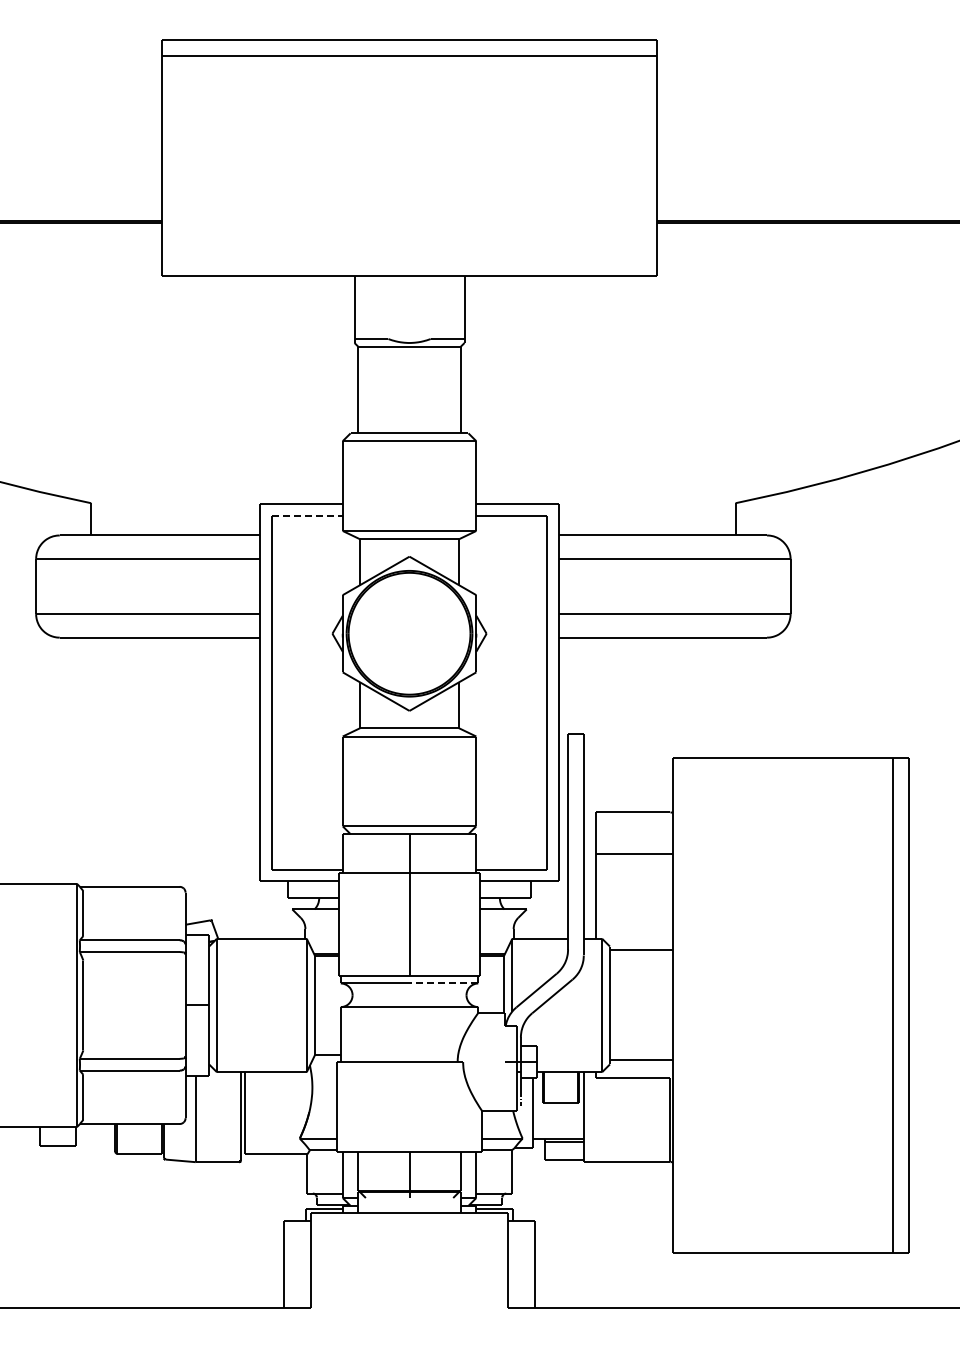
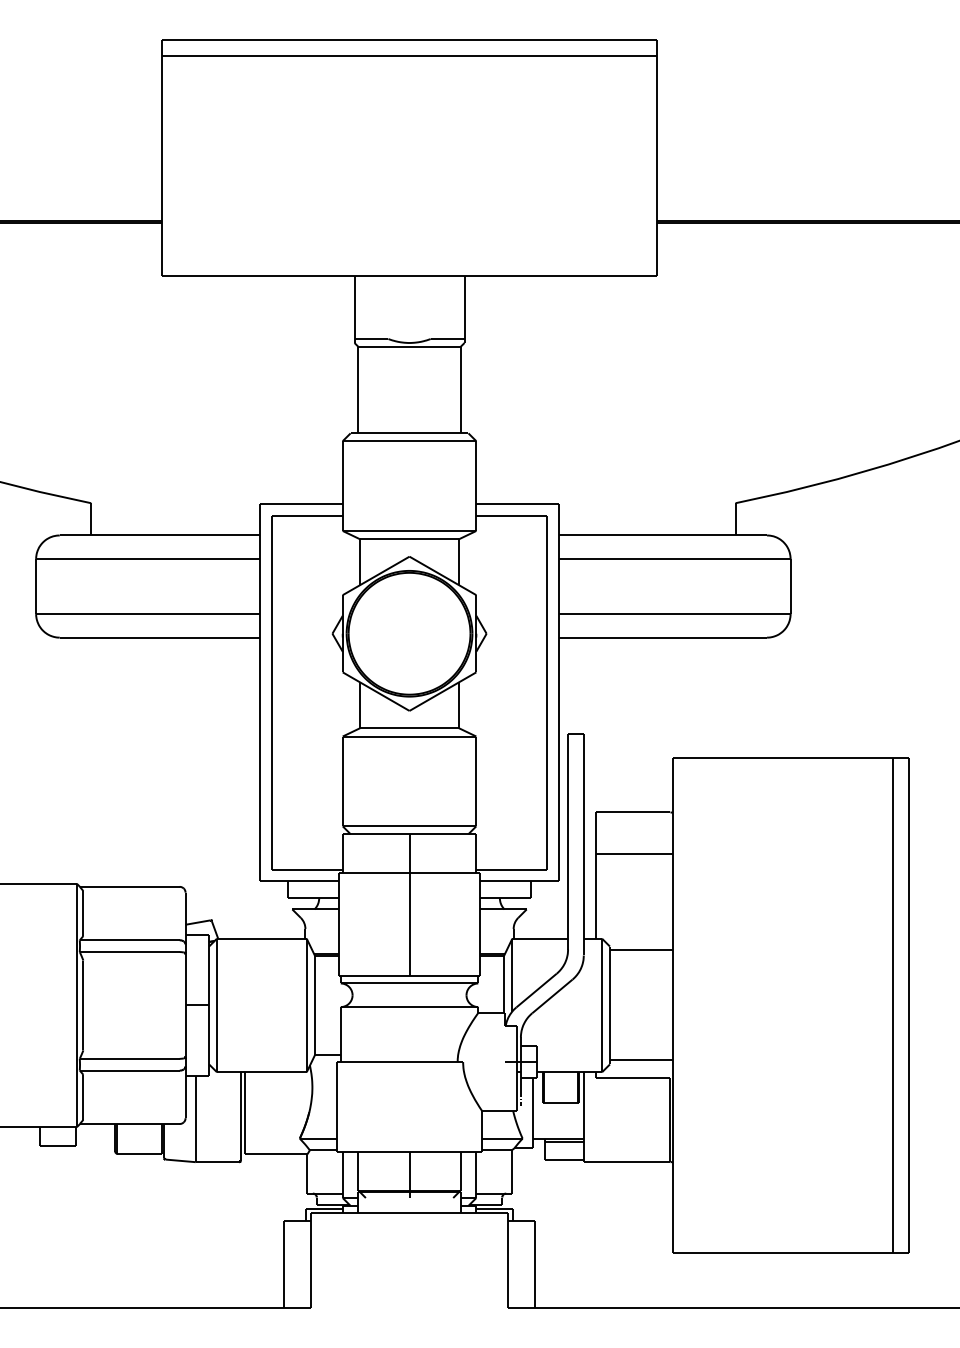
line at (307, 515): dashed -> solid
line at (443, 983): dashed -> solid
